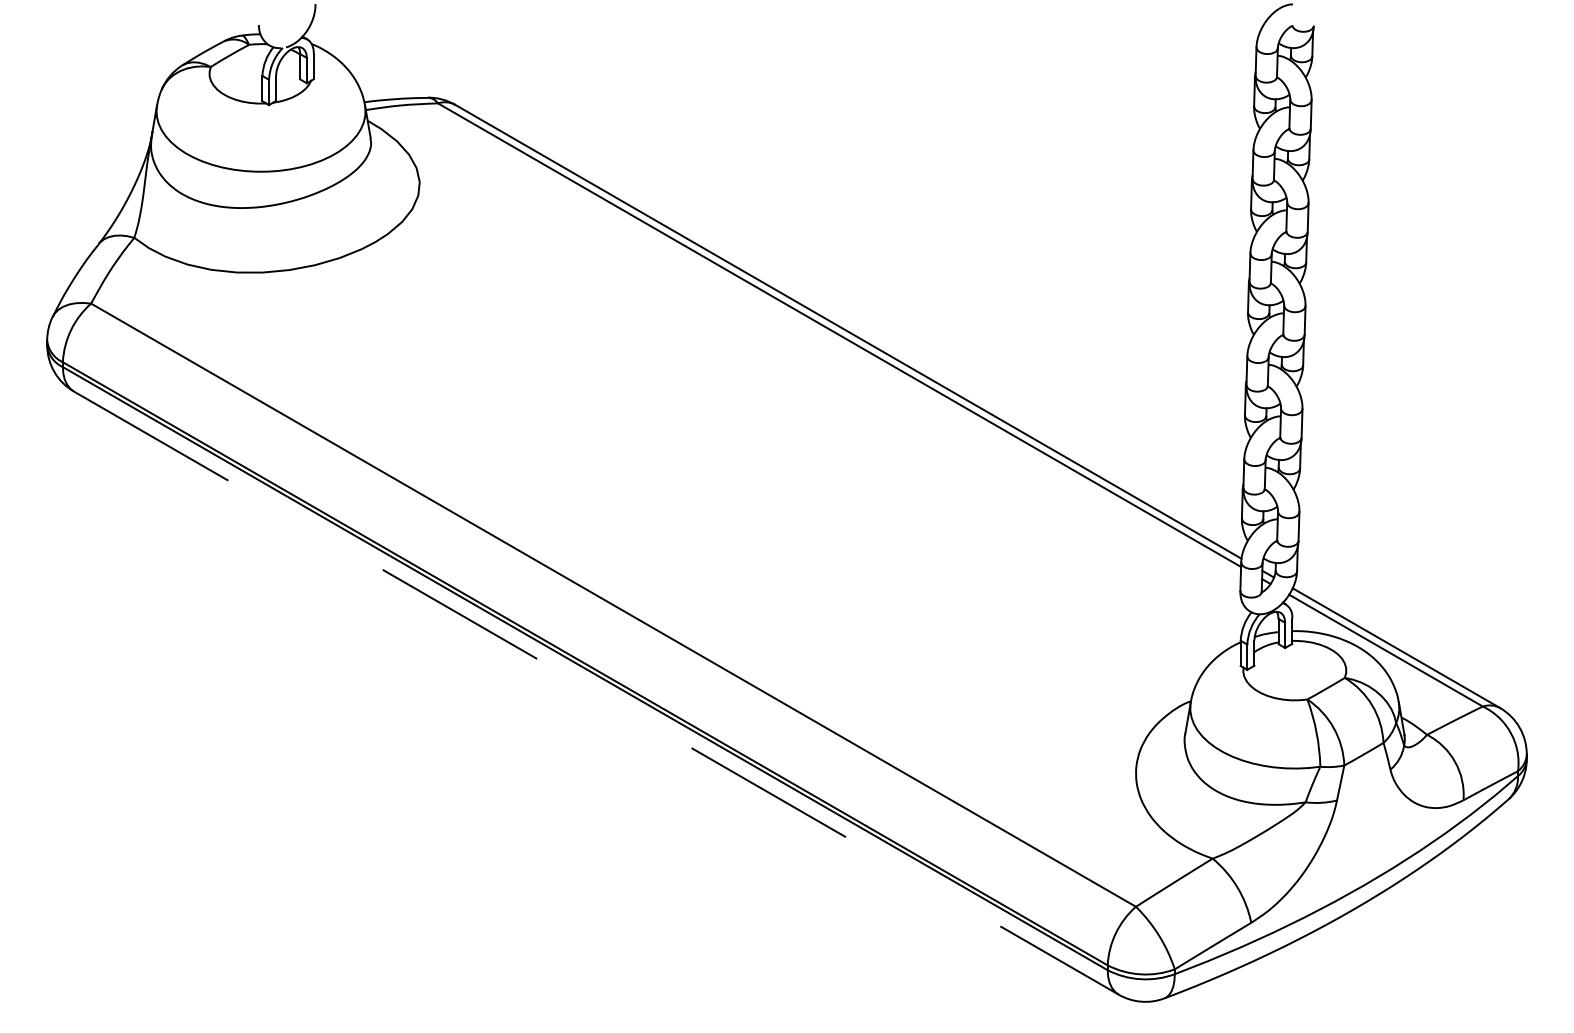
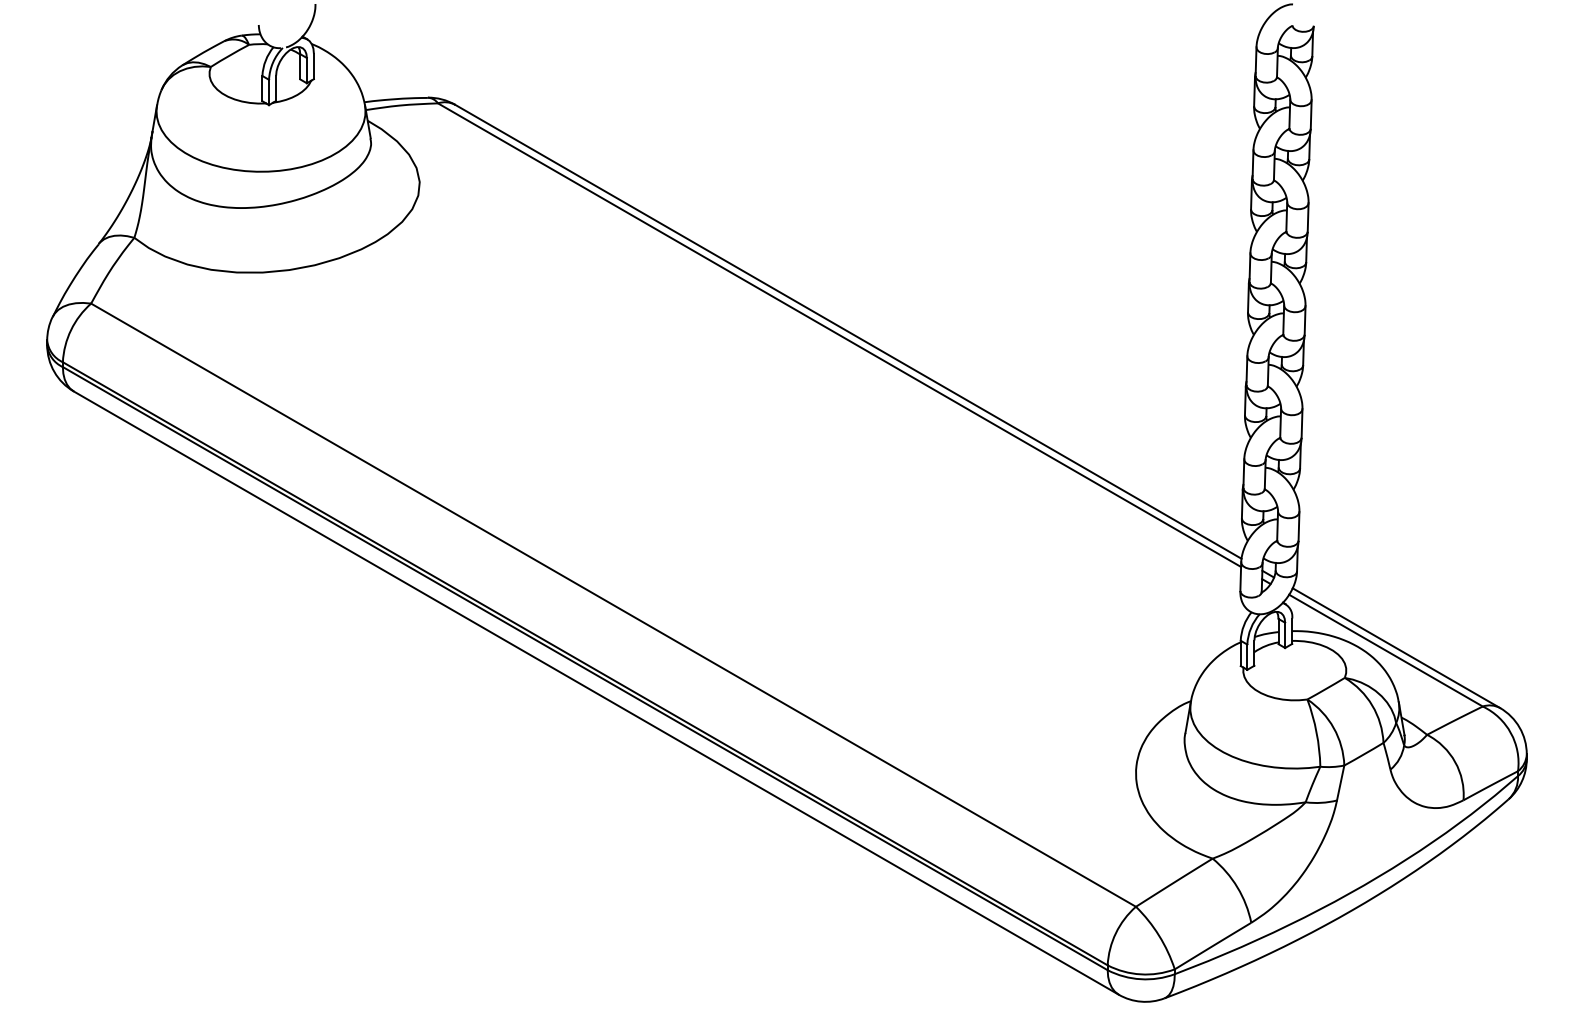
line at (596, 693): dashed -> solid
